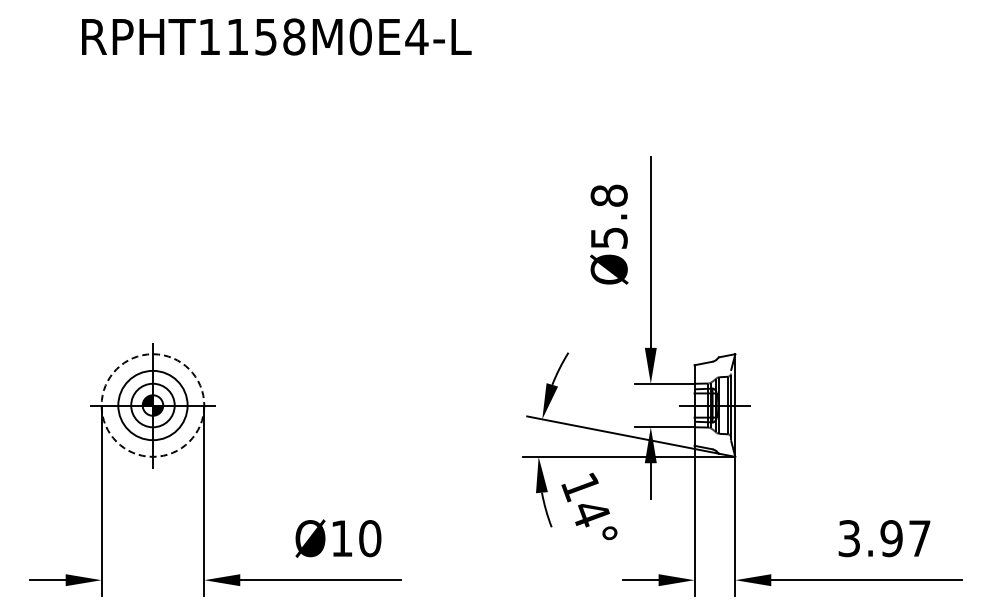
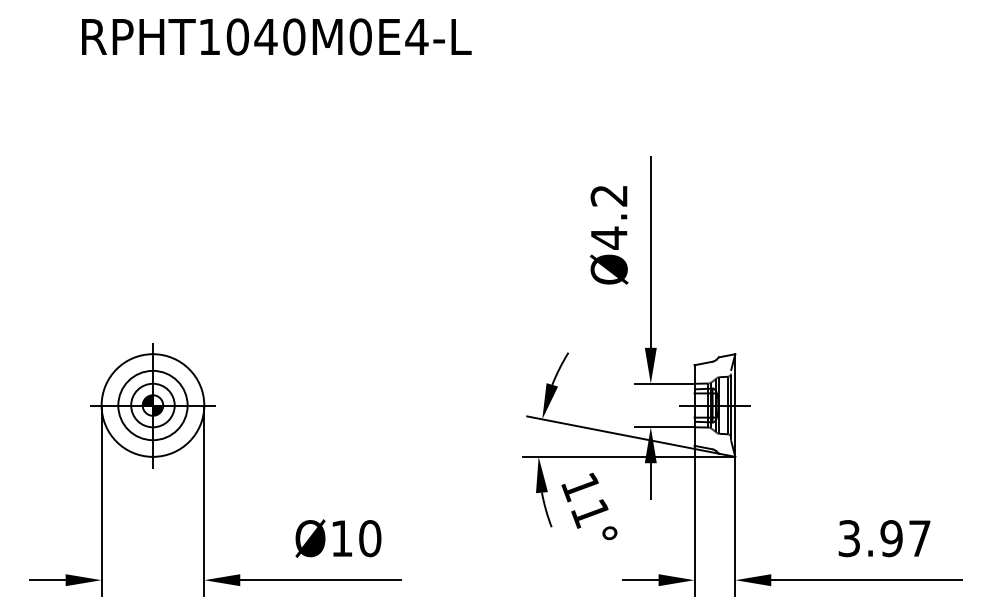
text at (265, 36): RPHT1158M0E4-L -> RPHT1040M0E4-L
text at (608, 216): Ø5.8 -> Ø4.2
circle at (152, 405): dashed -> solid
text at (590, 513): 14° -> 11°
